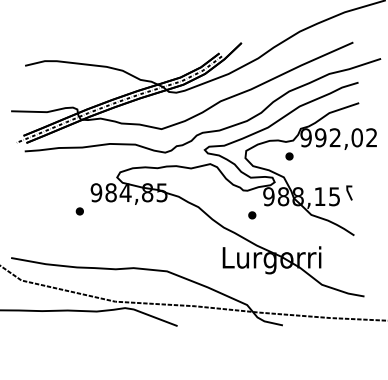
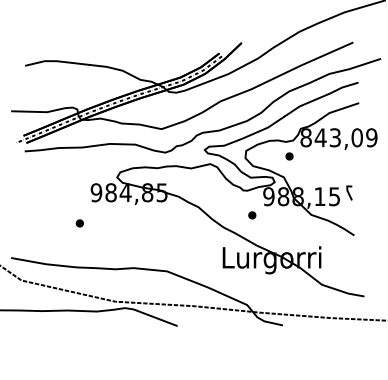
text at (338, 137): 992,02 -> 843,09
part at (79, 211) position: (79, 211) -> (79, 223)
